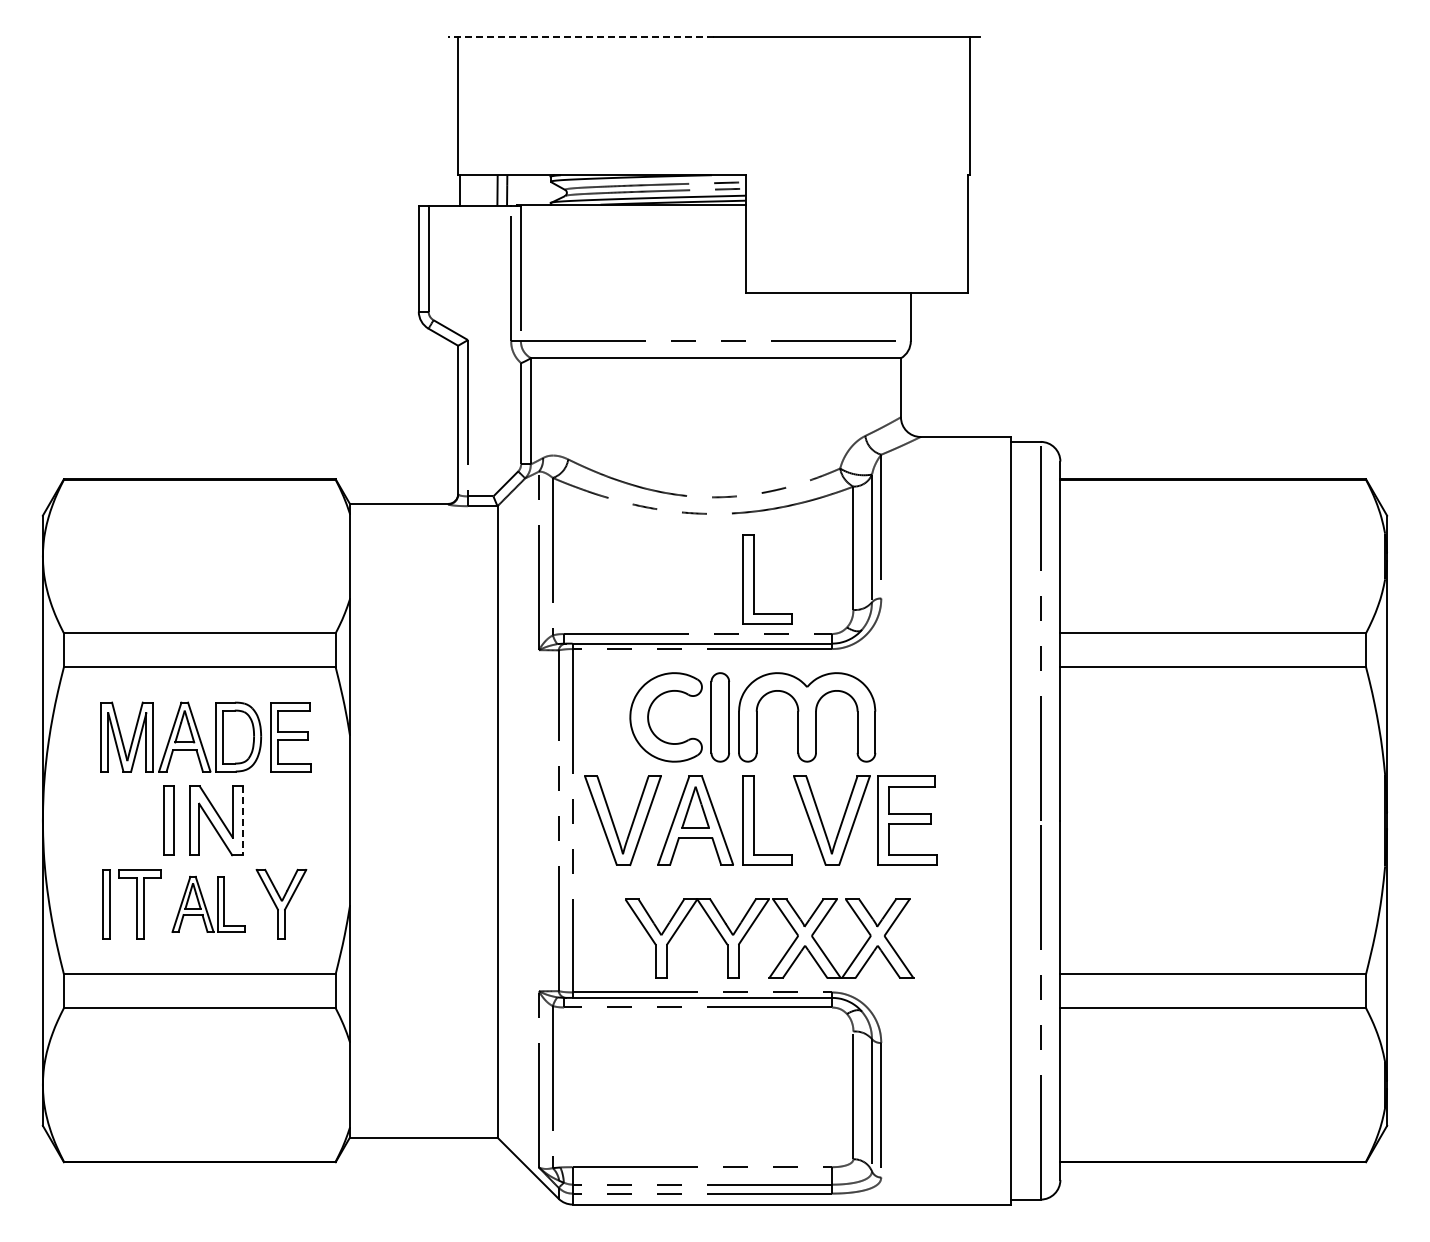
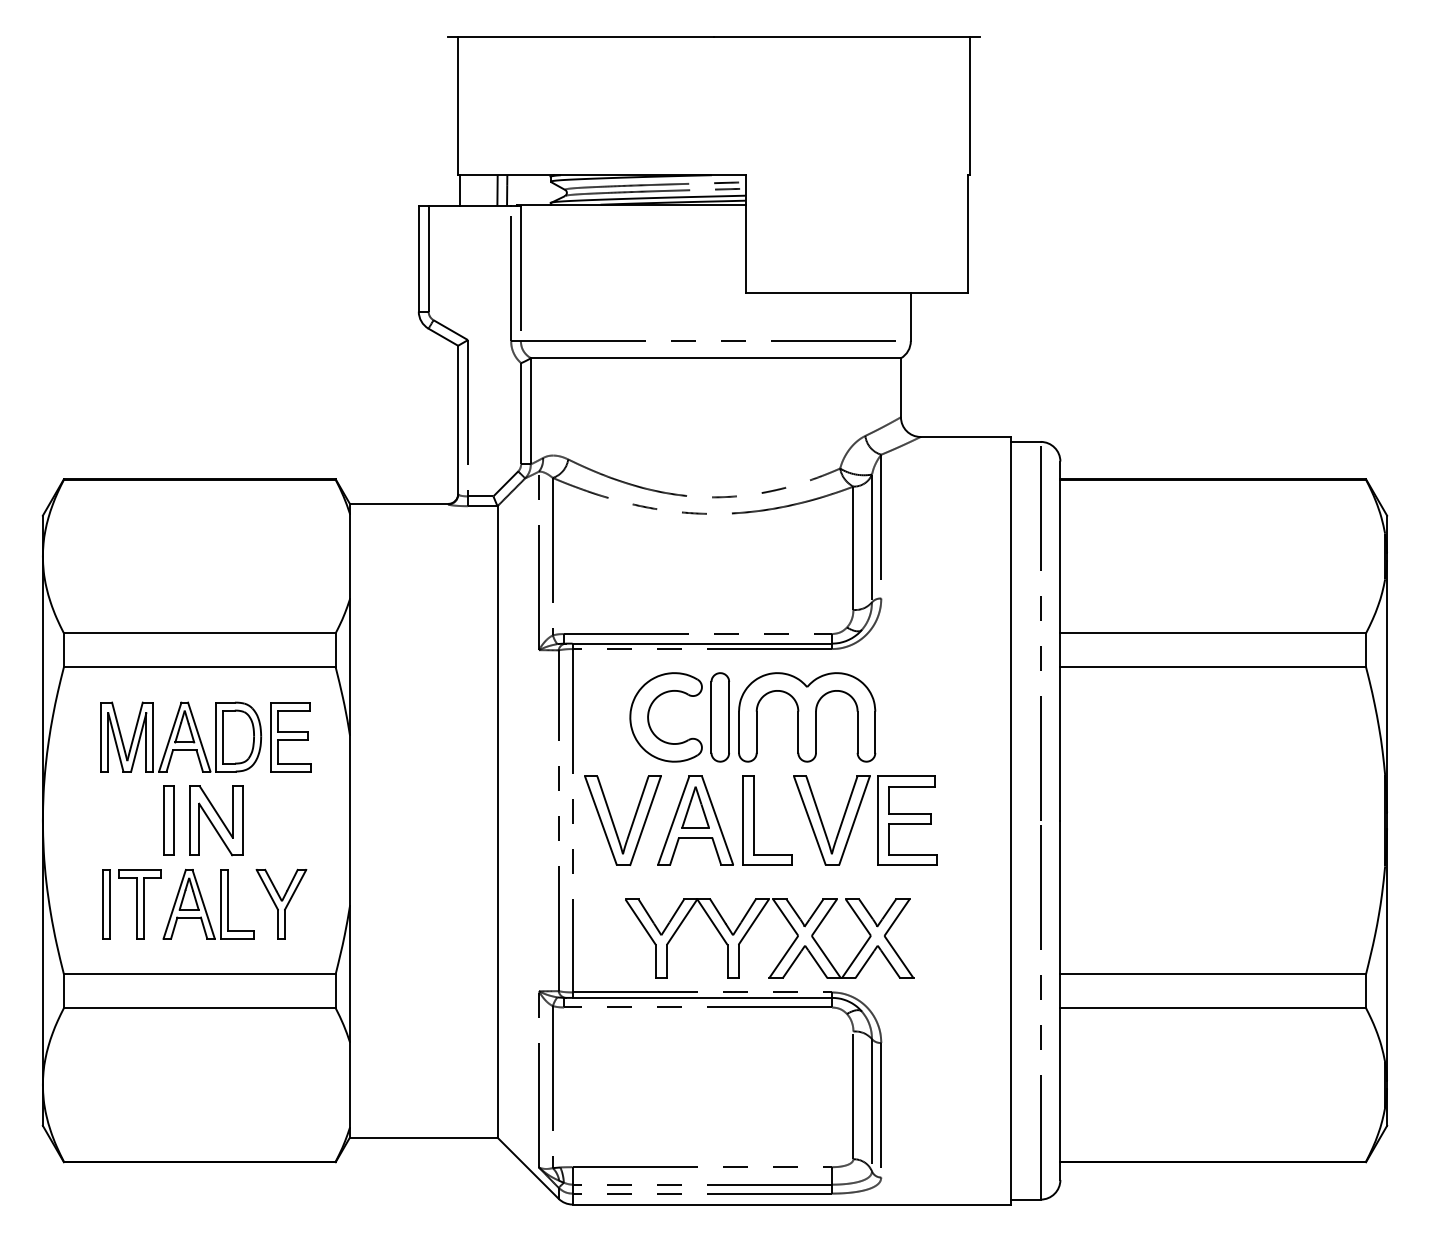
line at (581, 37): dashed -> solid
part at (754, 579): present -> none
line at (242, 821): dashed -> solid
part at (208, 904) size: 75x57 px -> 93x71 px
